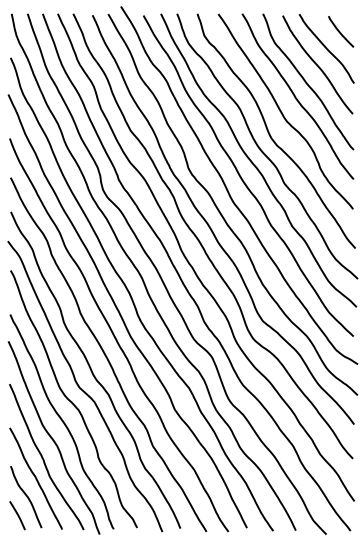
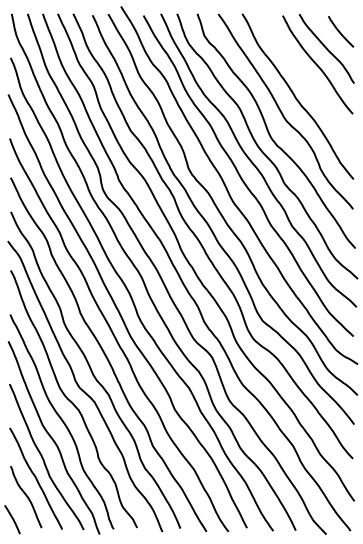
curve at (307, 82): present -> none
line at (17, 515) position: (17, 515) -> (12, 519)
